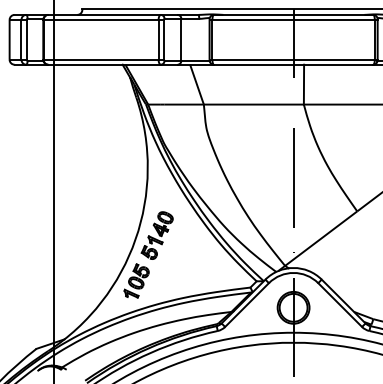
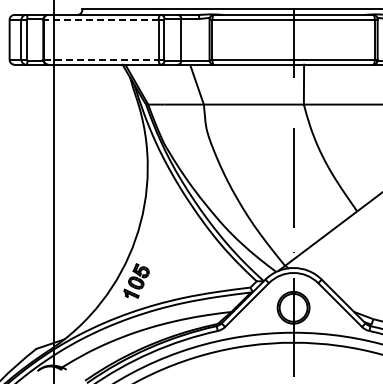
line at (100, 19): solid -> dashed
line at (101, 59): solid -> dashed
part at (156, 235): present -> none
